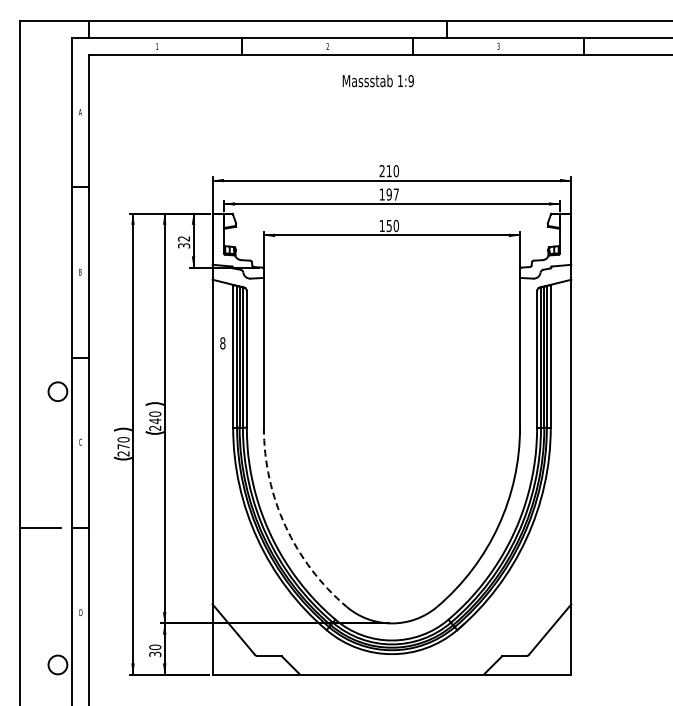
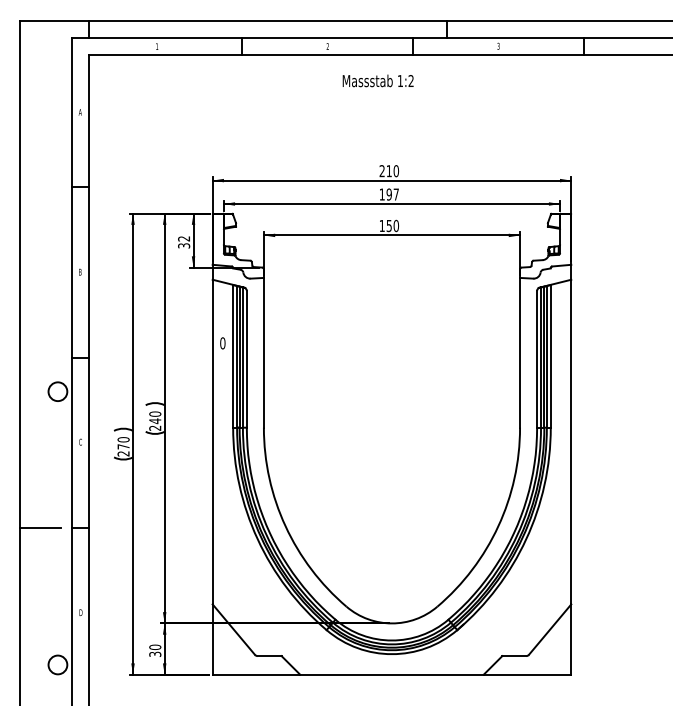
text at (410, 81): 1:9 -> 1:2
text at (222, 343): 8 -> 0
arc at (285, 526): dashed -> solid
